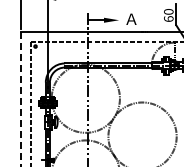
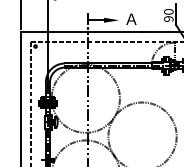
text at (168, 18): 60 -> 90
line at (21, 99): dashed -> solid
